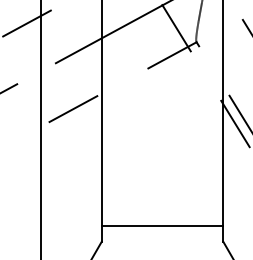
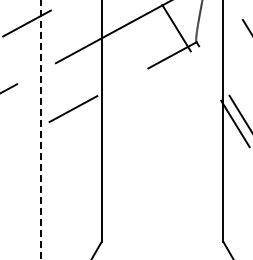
line at (40, 129): solid -> dashed
line at (162, 225): present -> none
